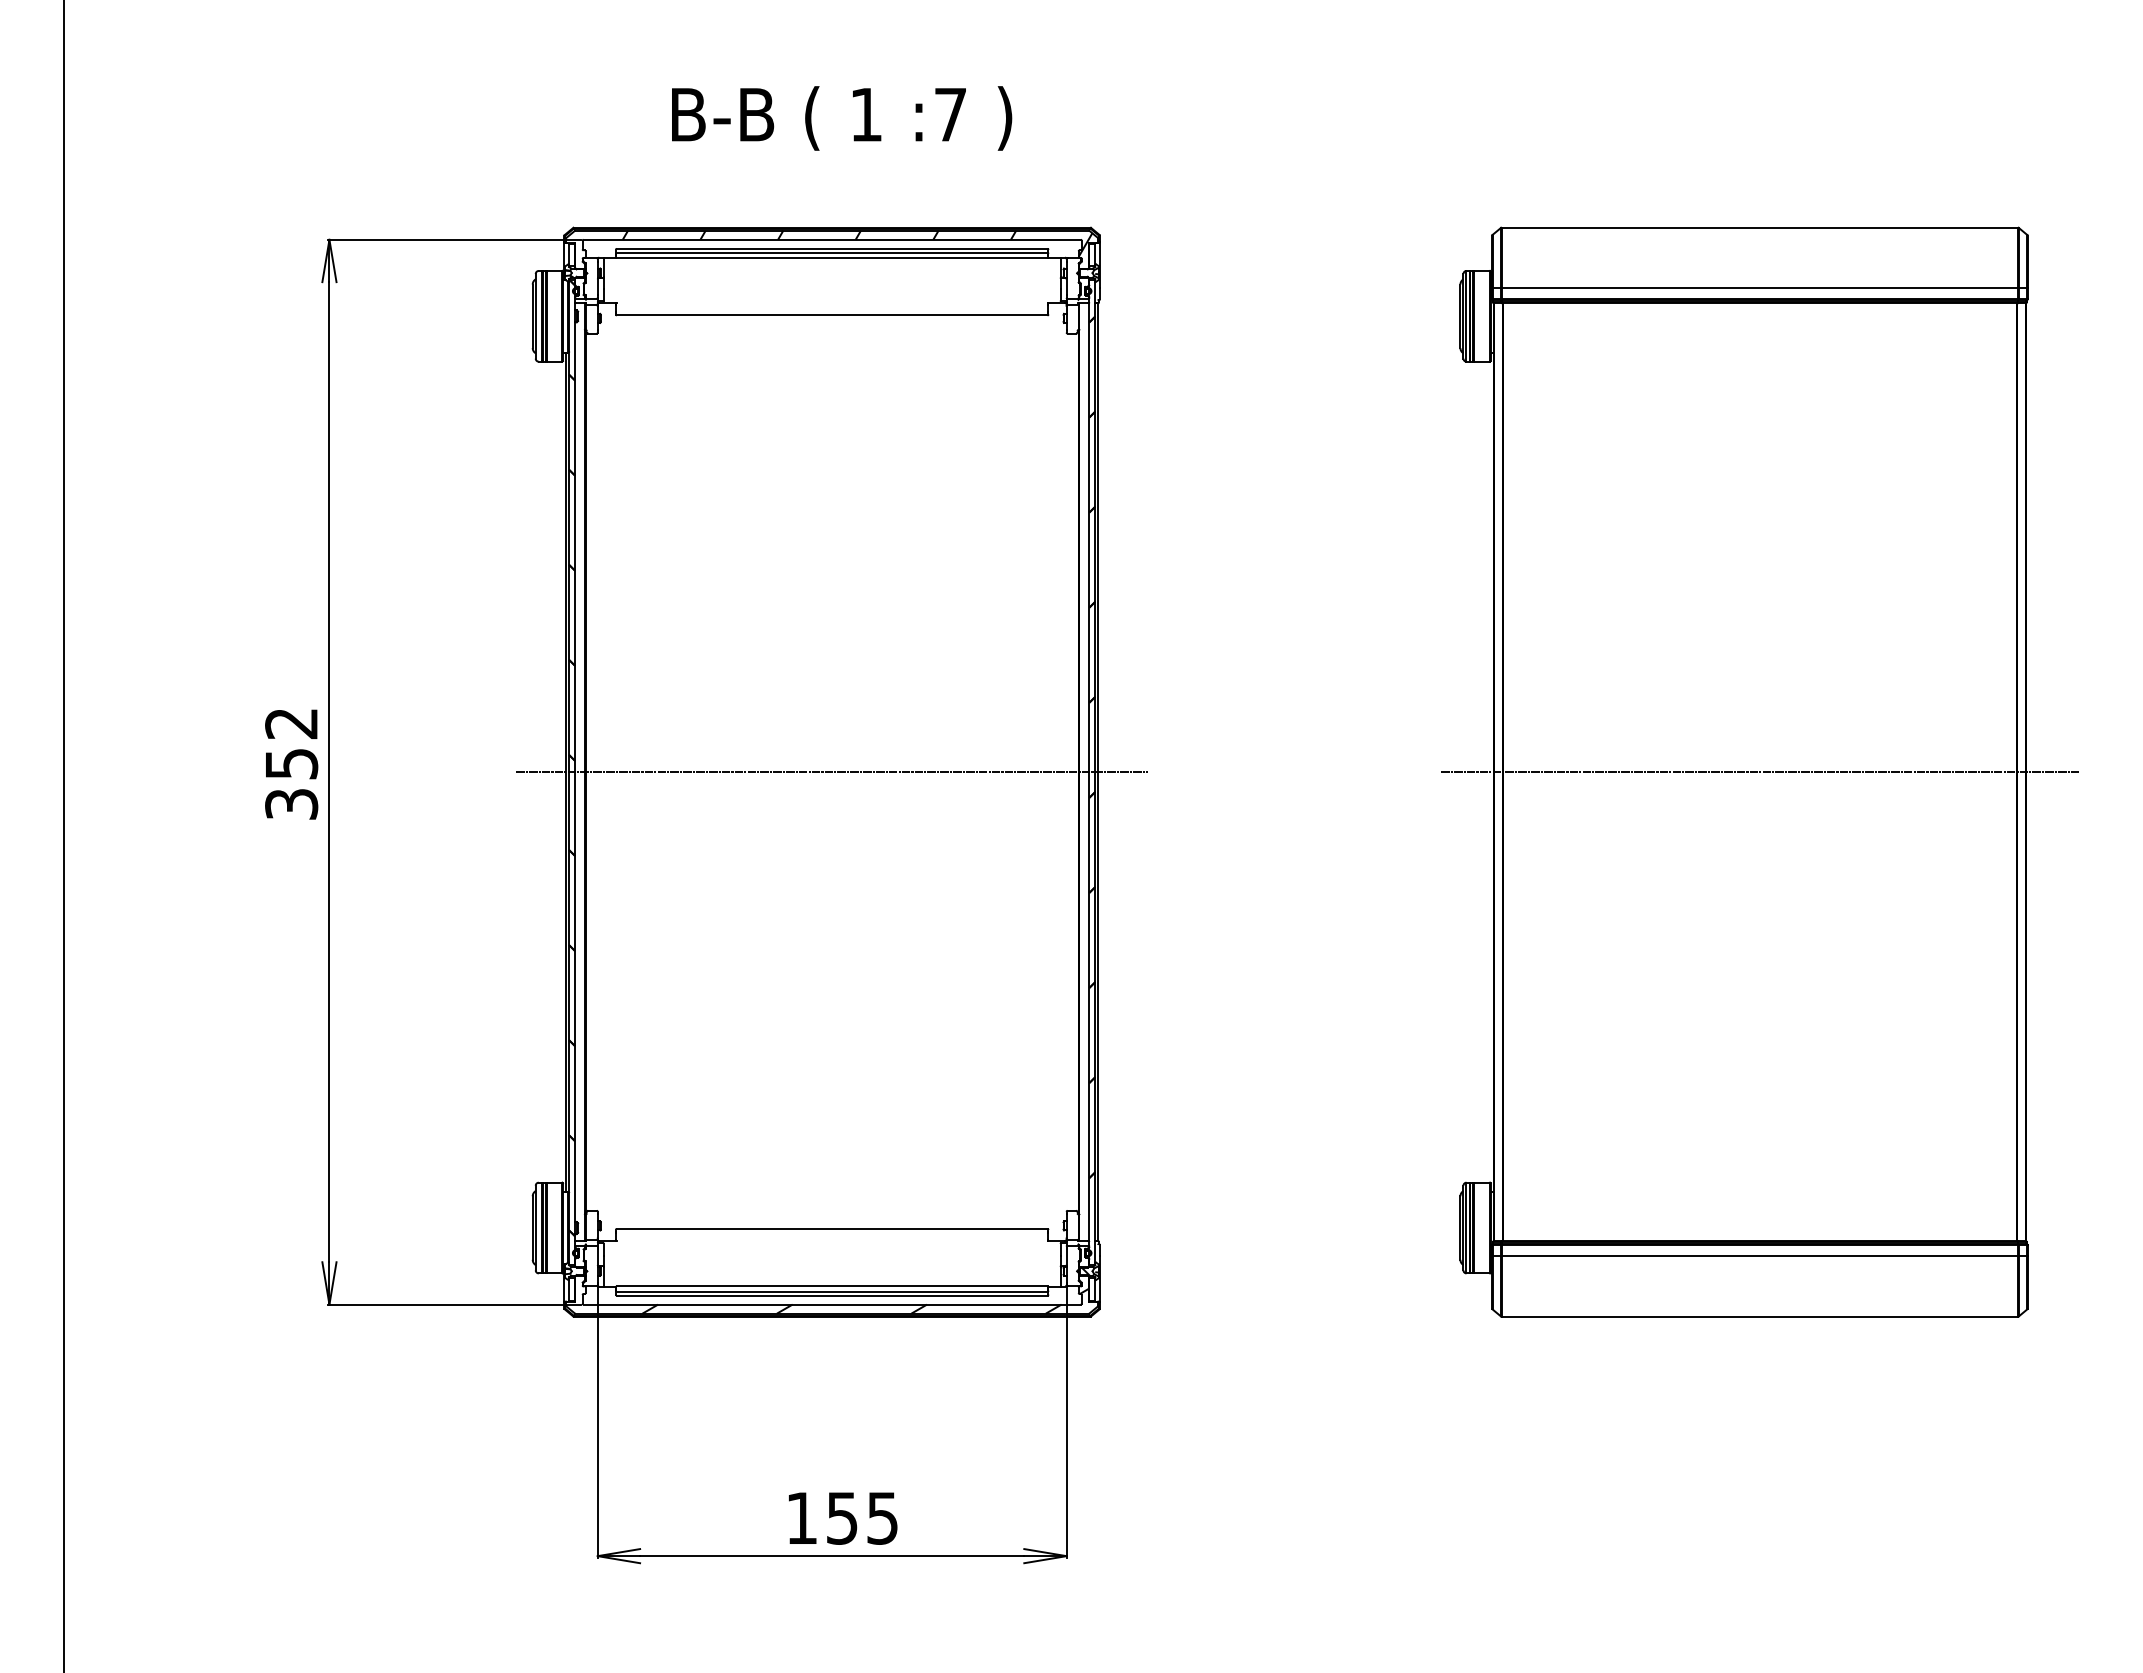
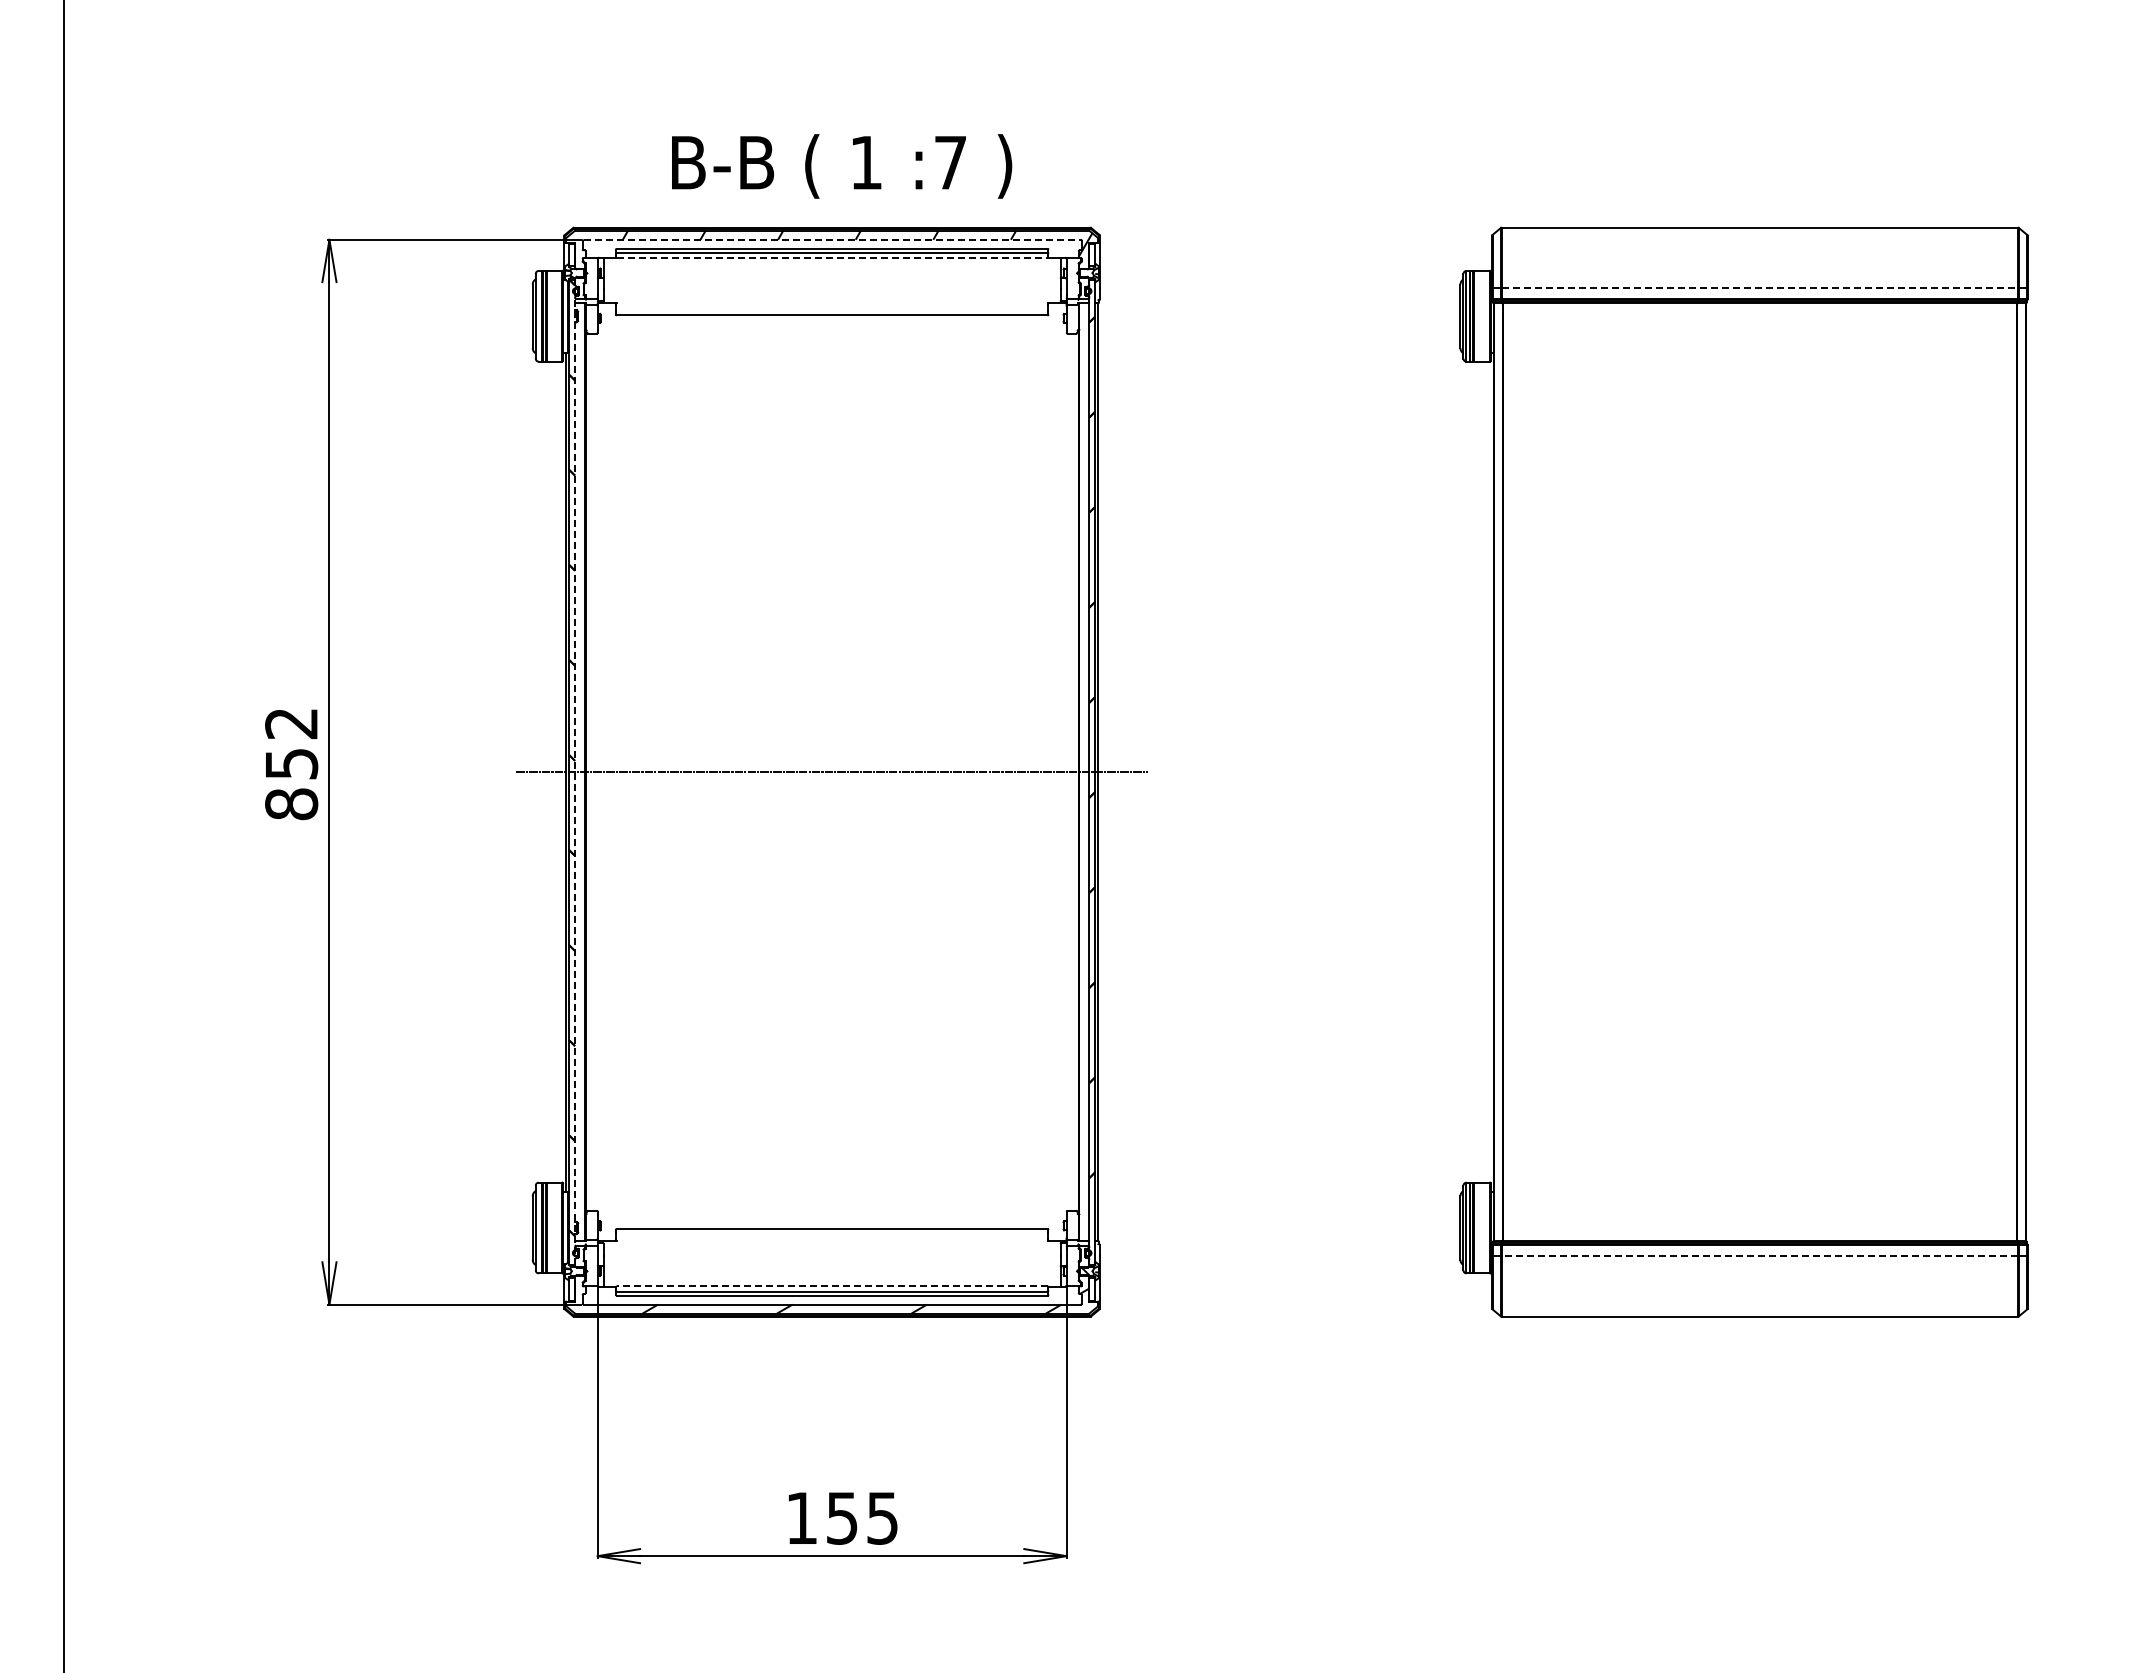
text at (842, 118) position: (842, 118) -> (842, 166)
line at (832, 239): solid -> dashed
line at (832, 257): solid -> dashed
line at (1760, 288): solid -> dashed
line at (575, 771): solid -> dashed
line at (1759, 772): present -> none
text at (291, 804): 352 -> 852
line at (1759, 1256): solid -> dashed
line at (831, 1286): solid -> dashed
